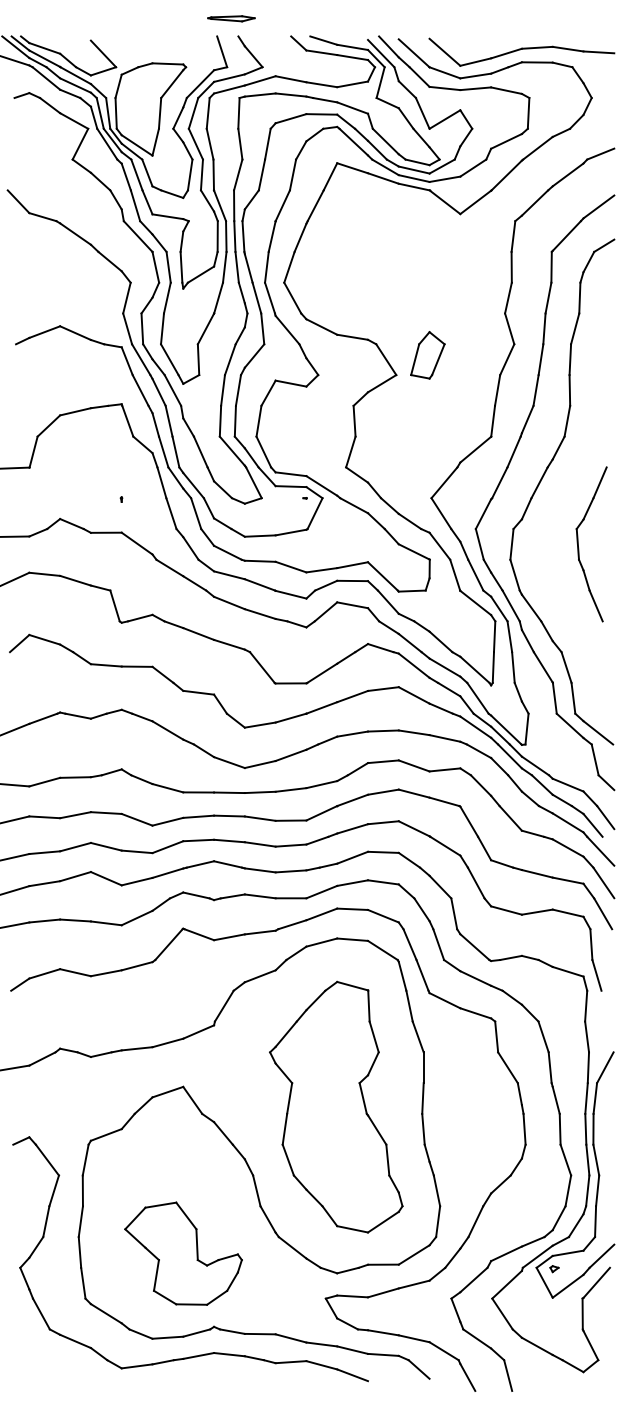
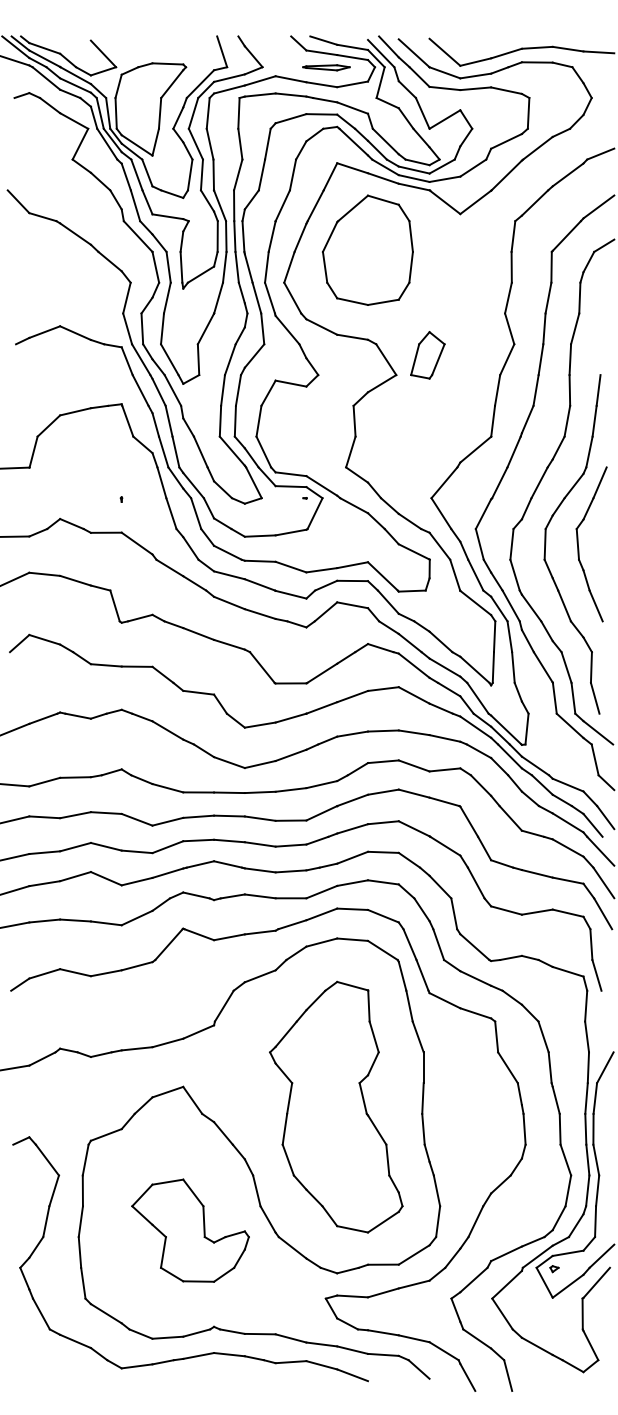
part at (231, 18) position: (231, 18) -> (326, 67)
part at (367, 249): none -> present
part at (546, 544): none -> present
part at (183, 1253) position: (183, 1253) -> (190, 1230)
